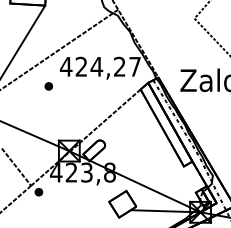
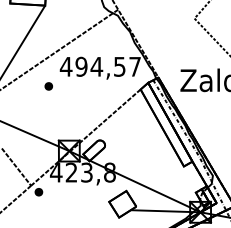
text at (100, 66): 424,27 -> 494,57
